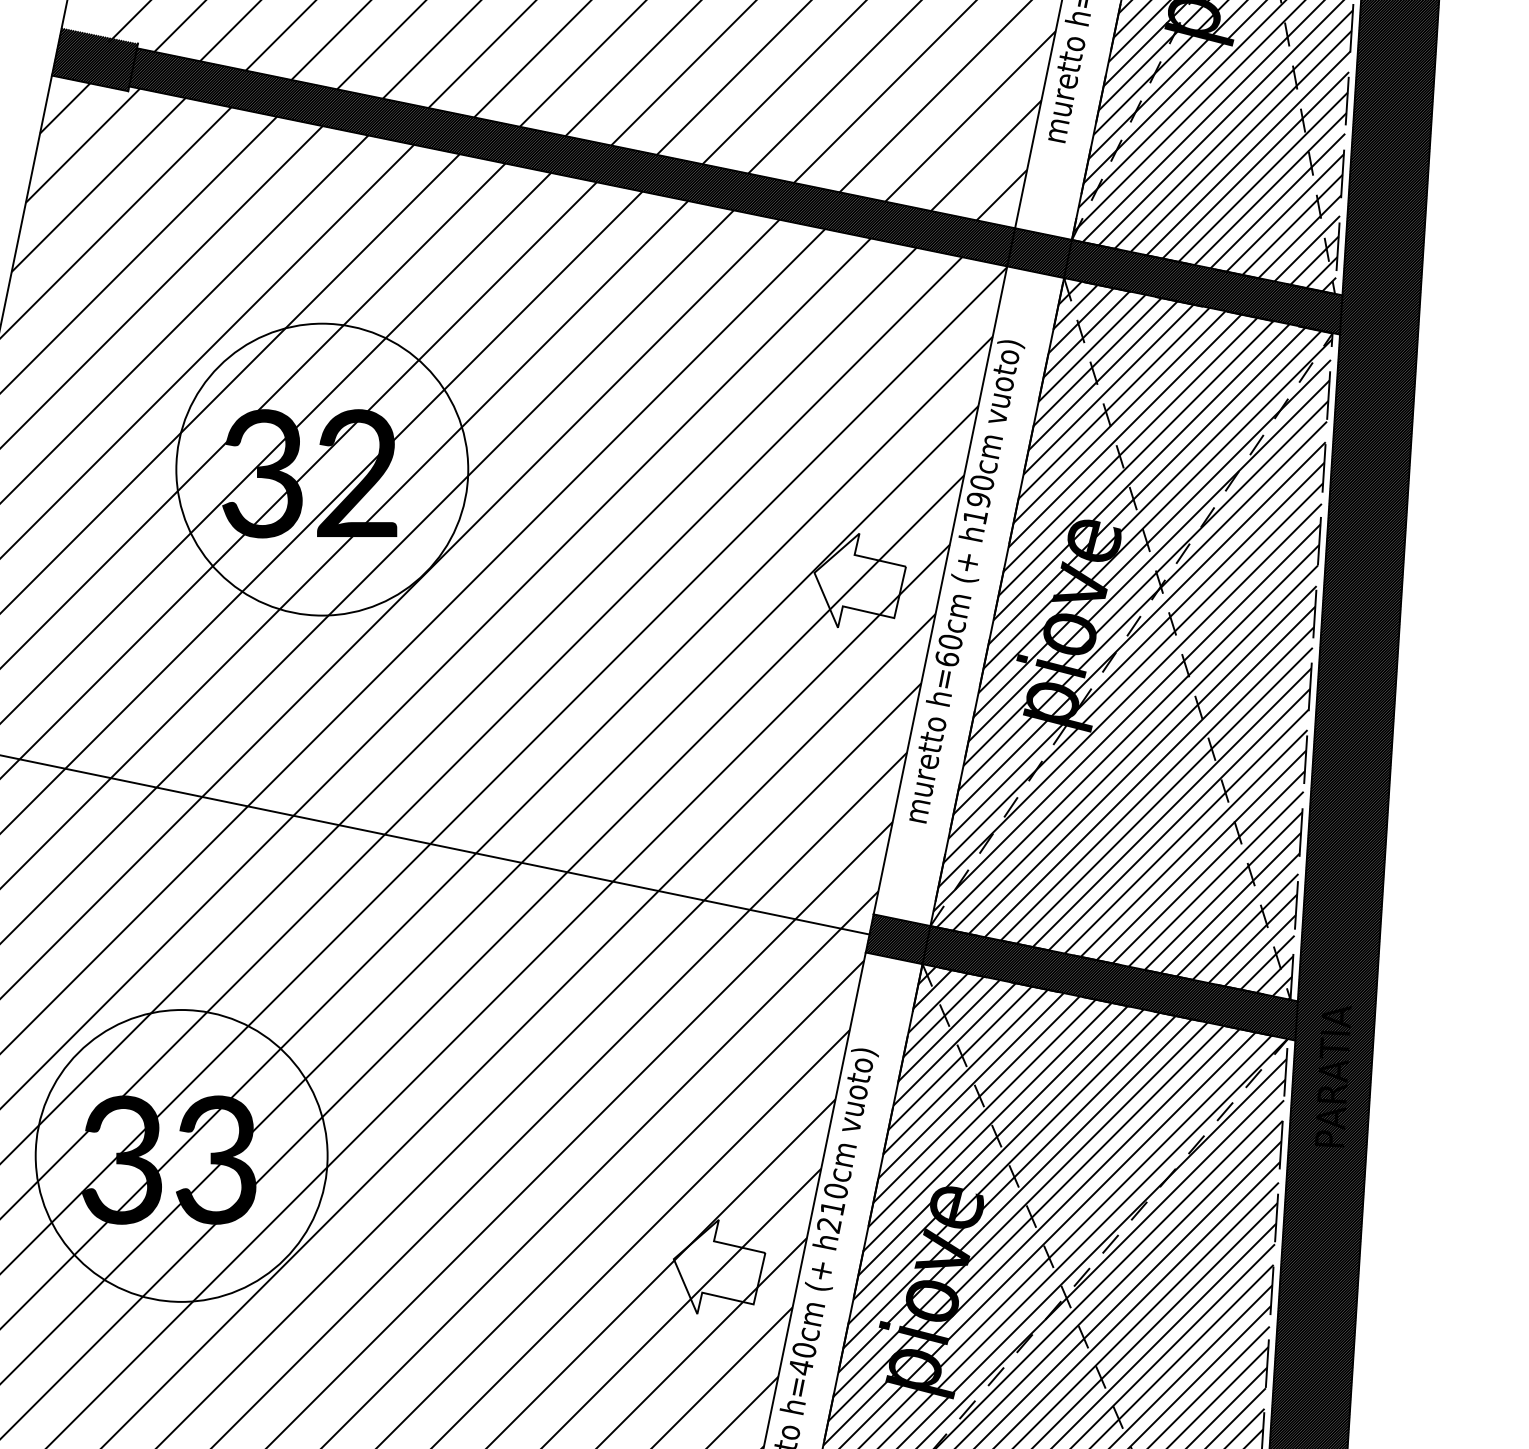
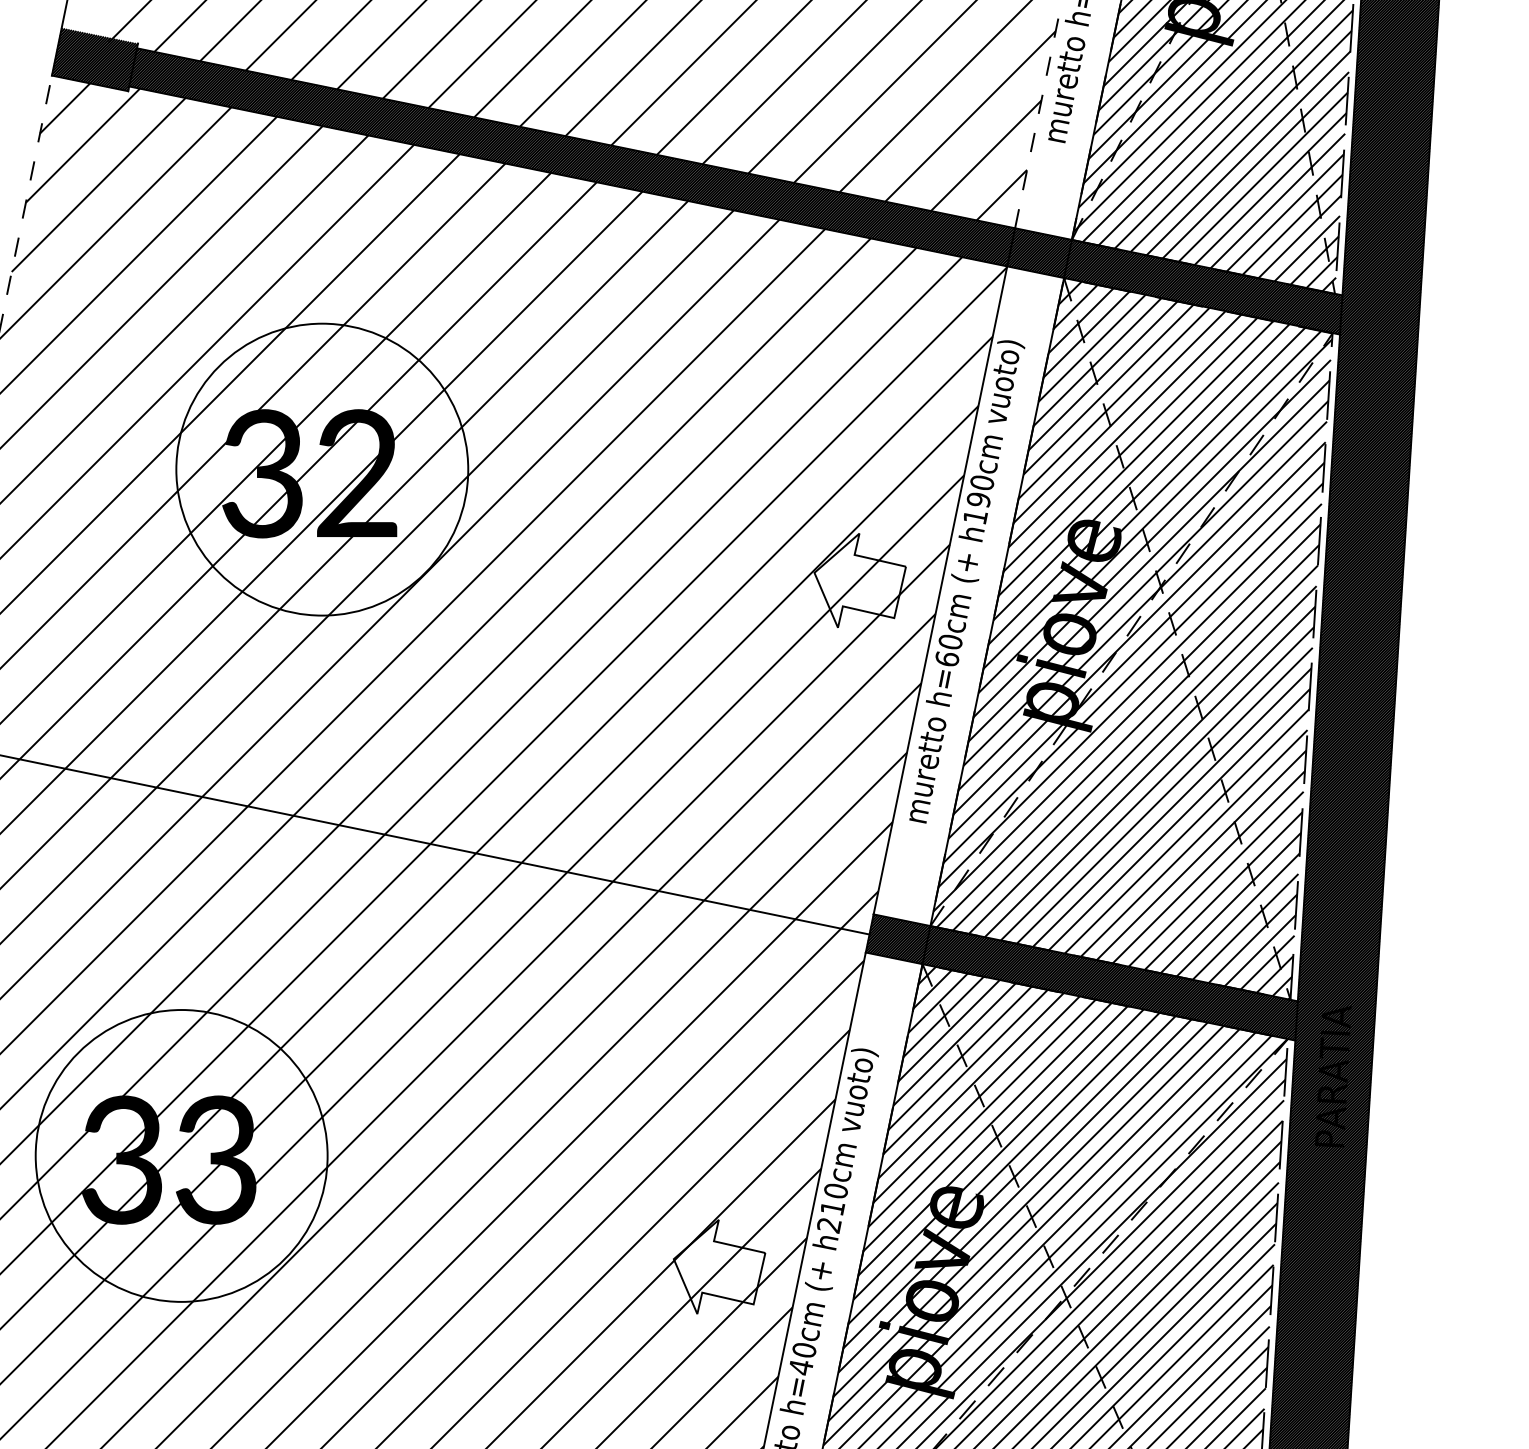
line at (1038, 113): solid -> dashed
line at (26, 201): solid -> dashed
